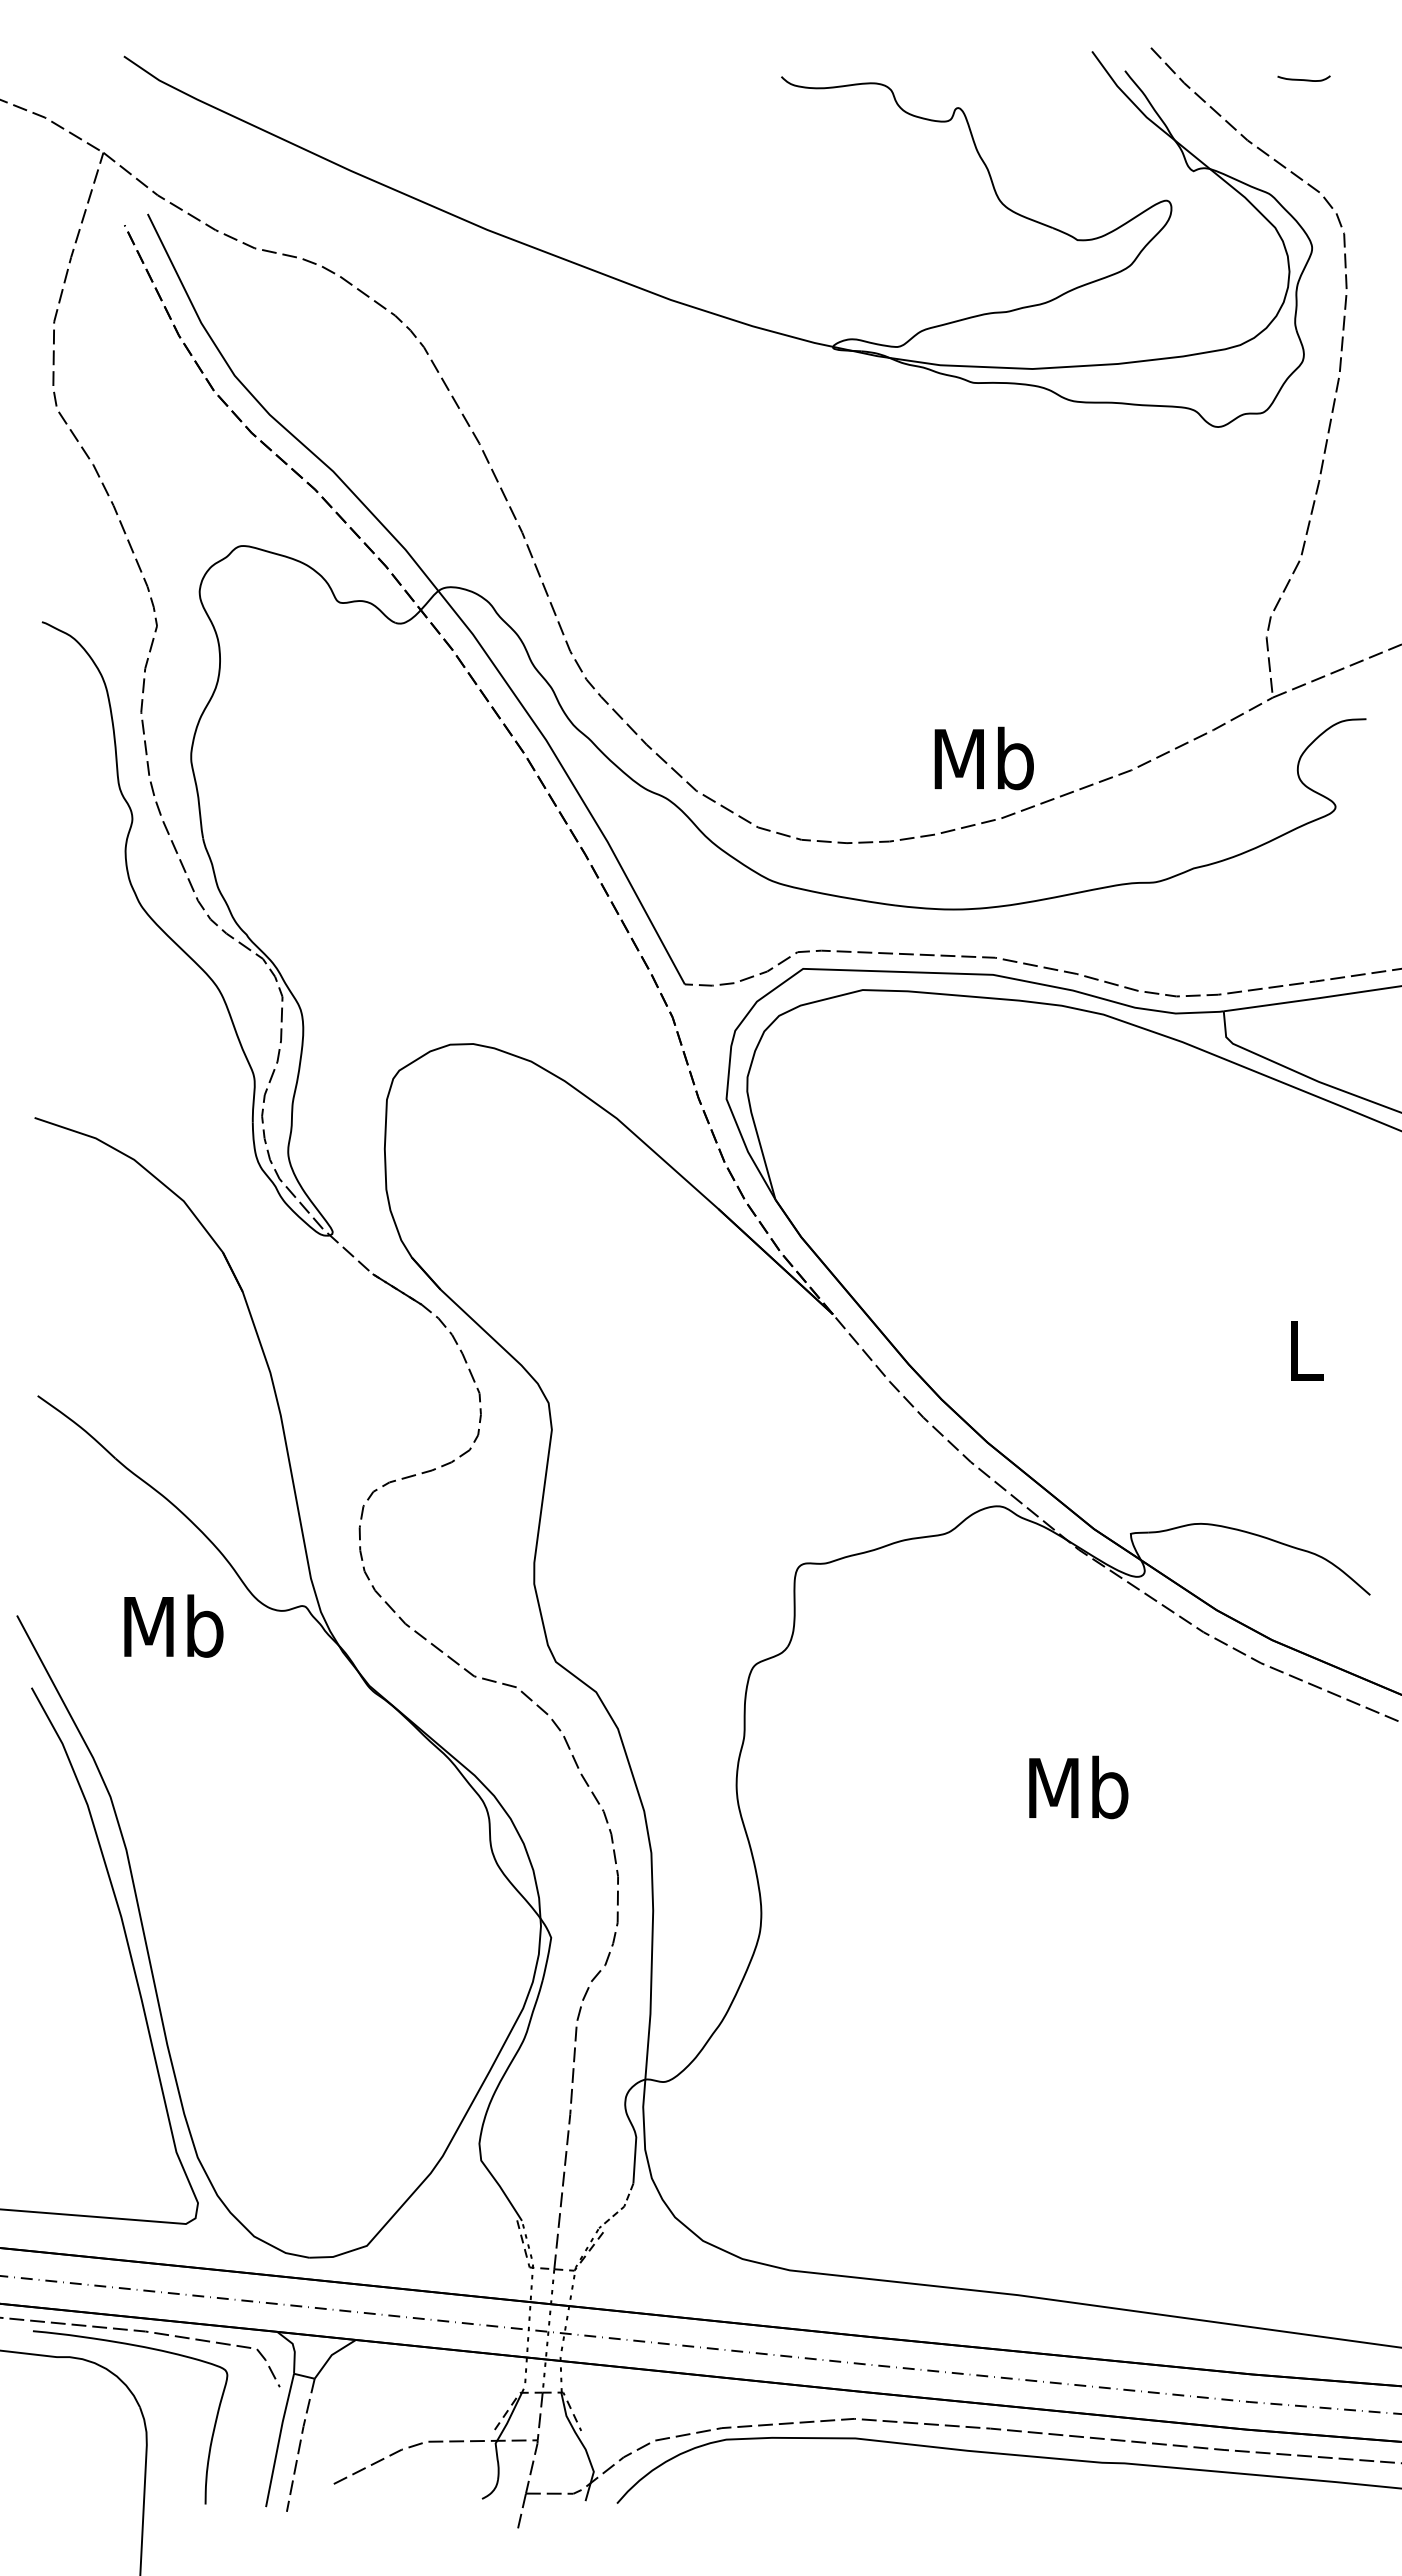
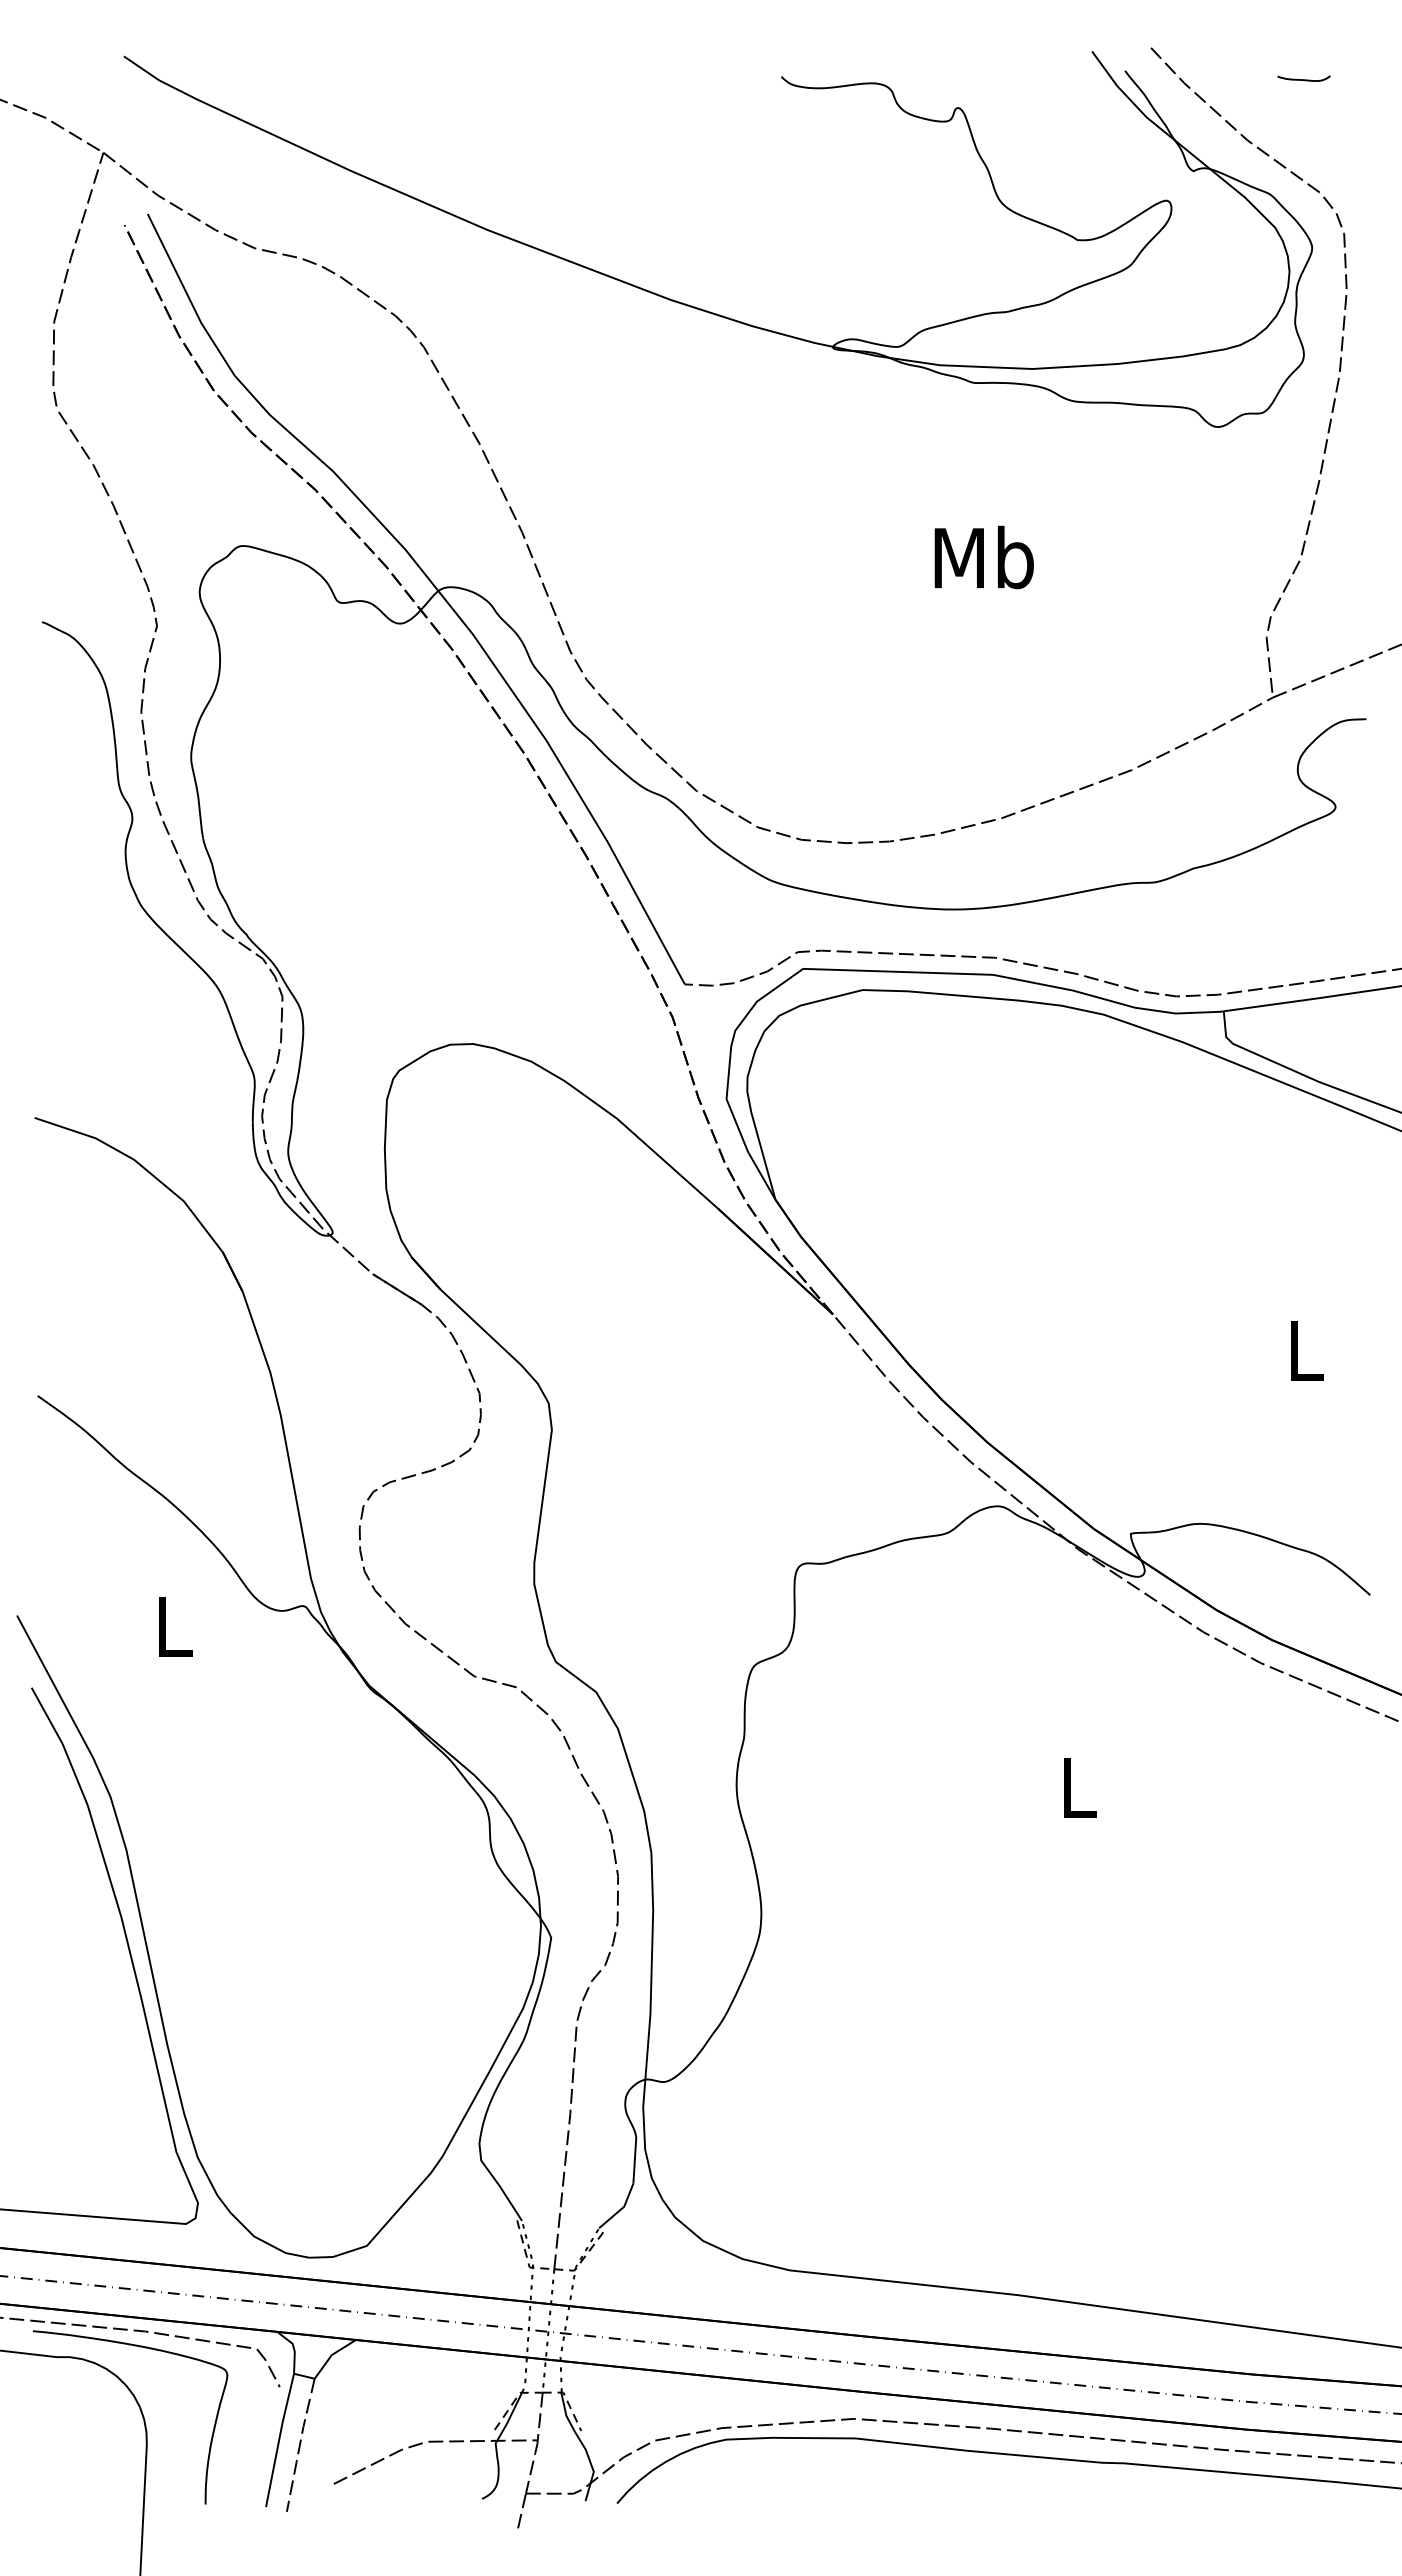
text at (983, 758) position: (983, 758) -> (983, 557)
text at (173, 1625): Mb -> L
text at (1078, 1787): Mb -> L
line at (621, 2209): dashed -> solid
